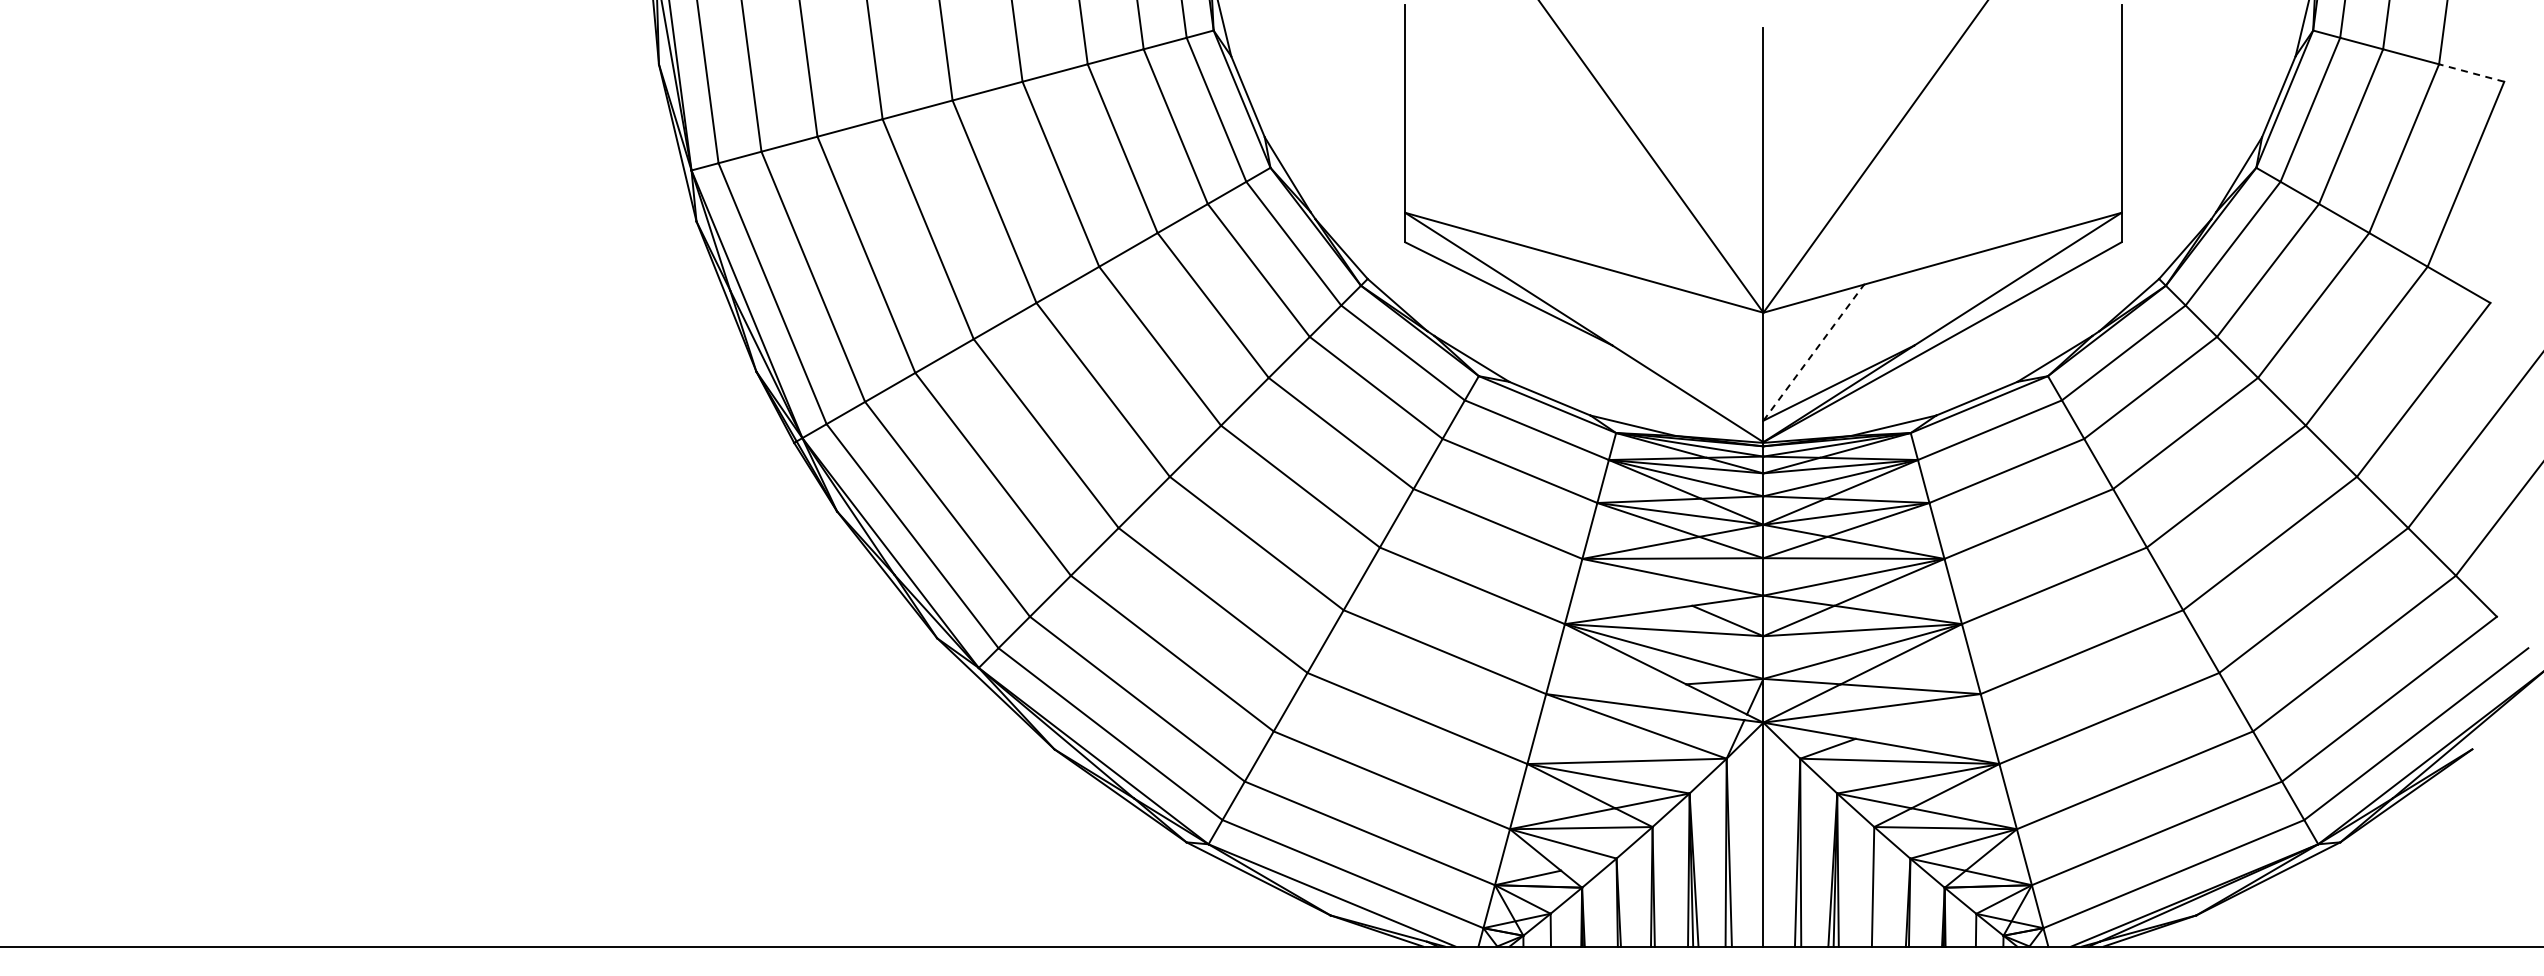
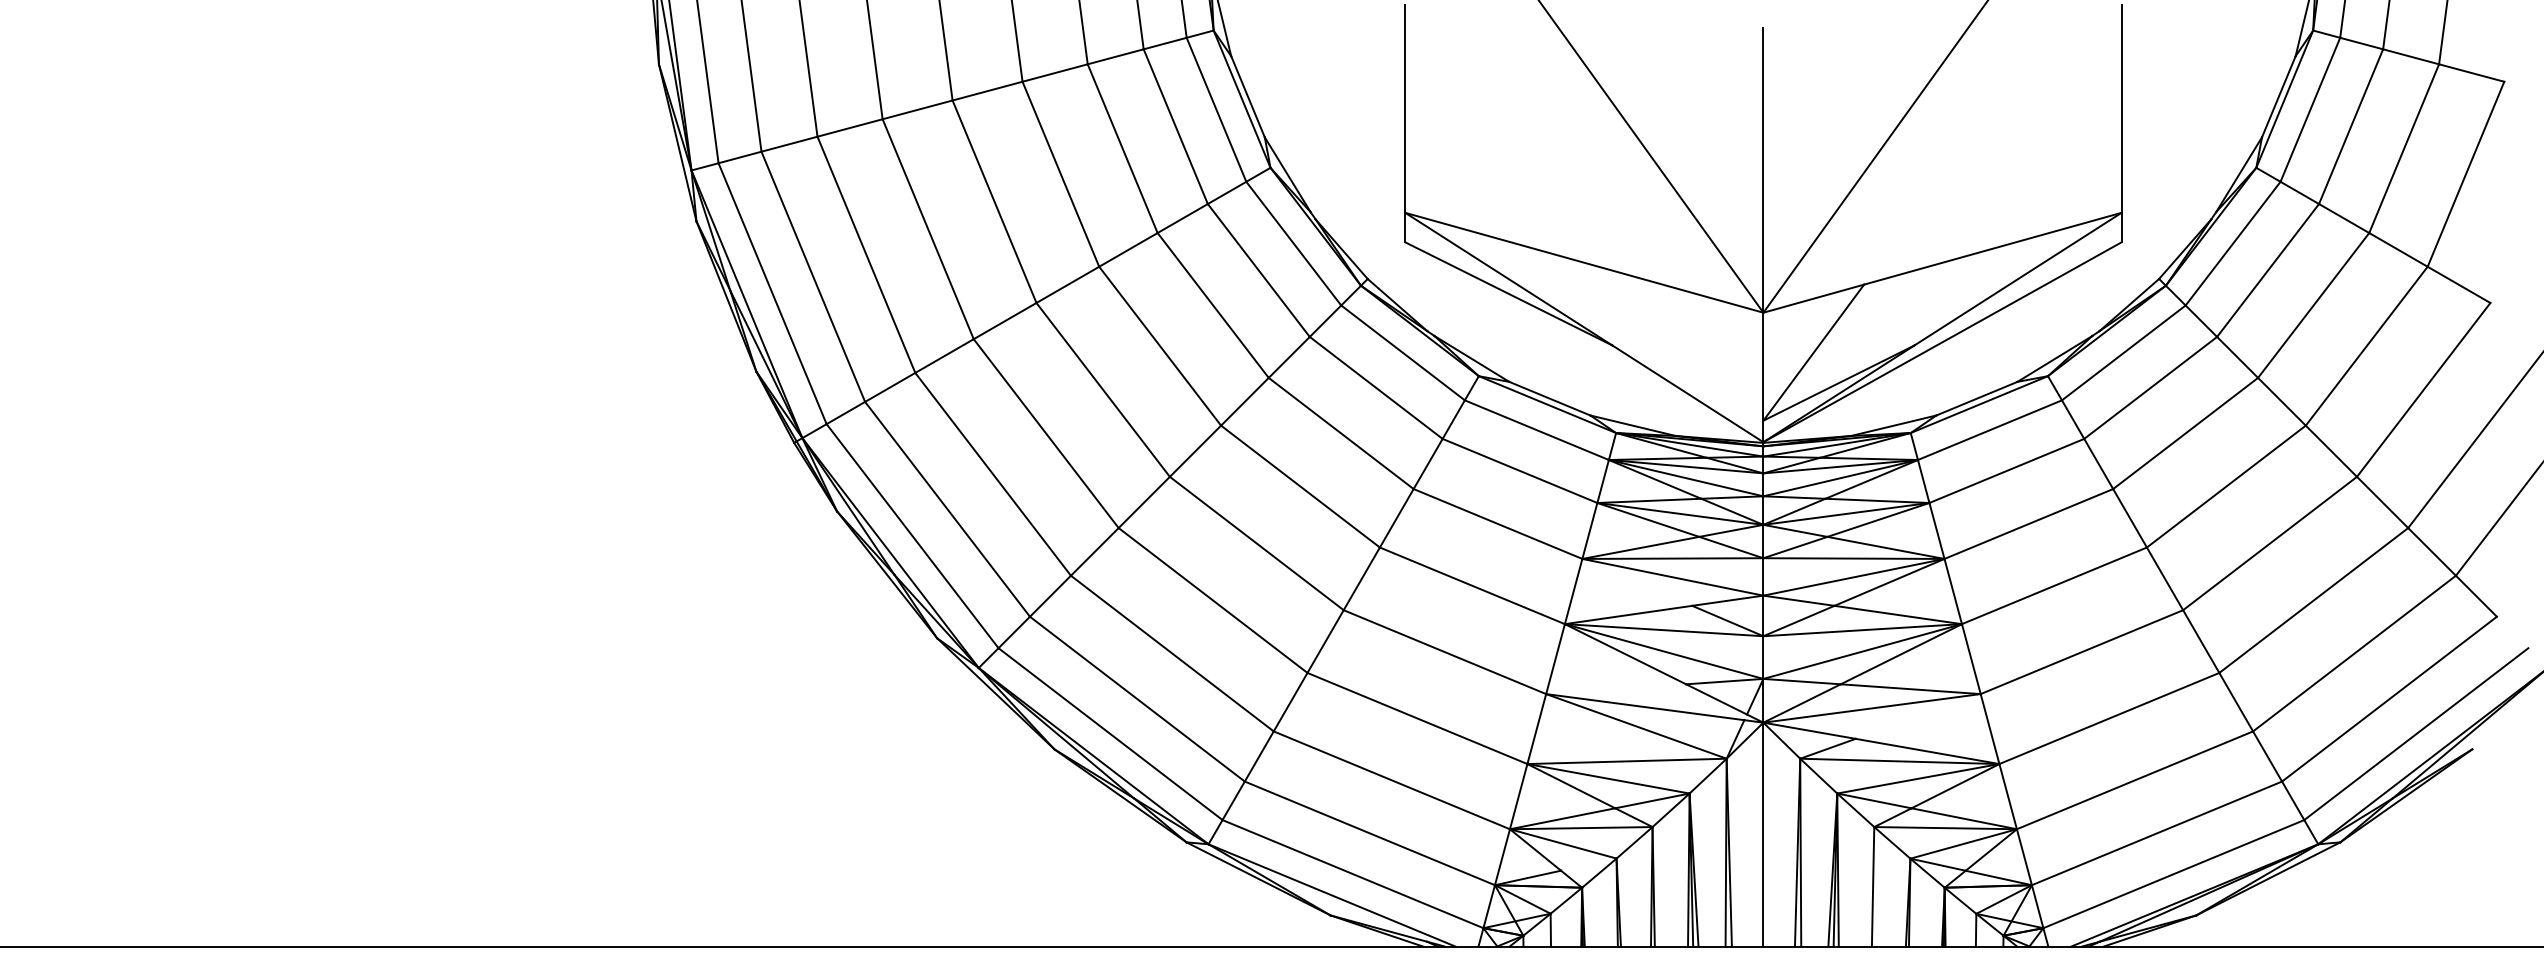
line at (2471, 73): dashed -> solid
line at (1813, 352): dashed -> solid
